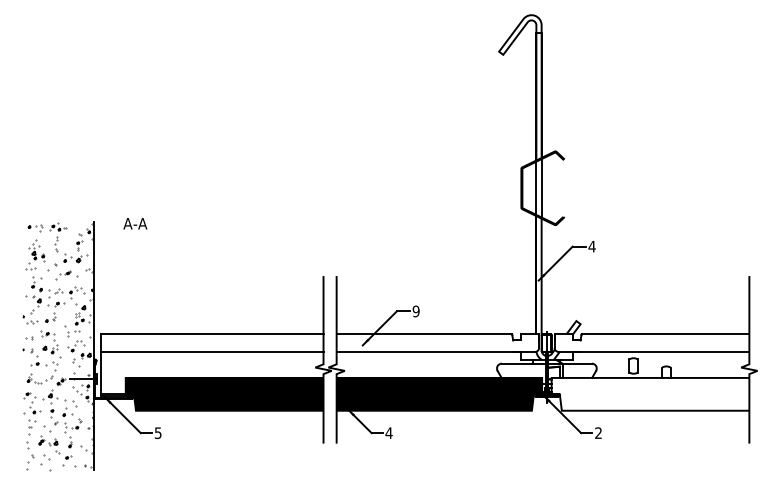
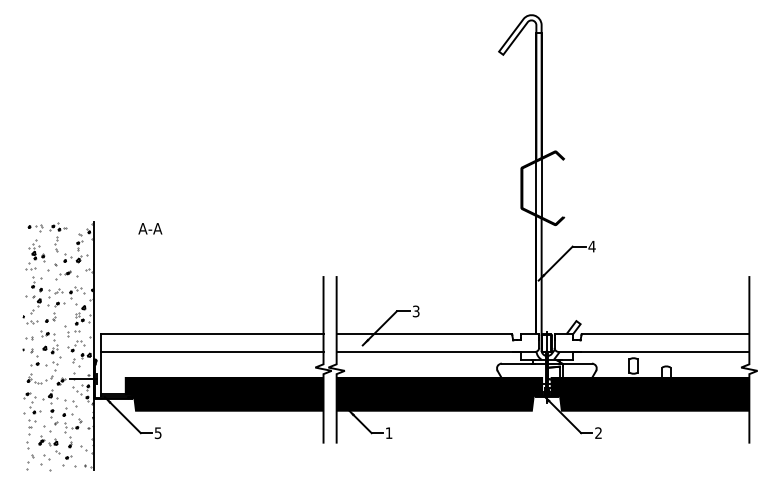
text at (135, 223) position: (135, 223) -> (150, 228)
text at (415, 311): 9 -> 3
fill at (650, 393): none -> present
text at (388, 432): 4 -> 1
